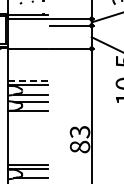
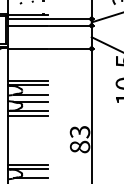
line at (27, 25): none -> present
line at (28, 80): dashed -> solid
line at (27, 115): none -> present
